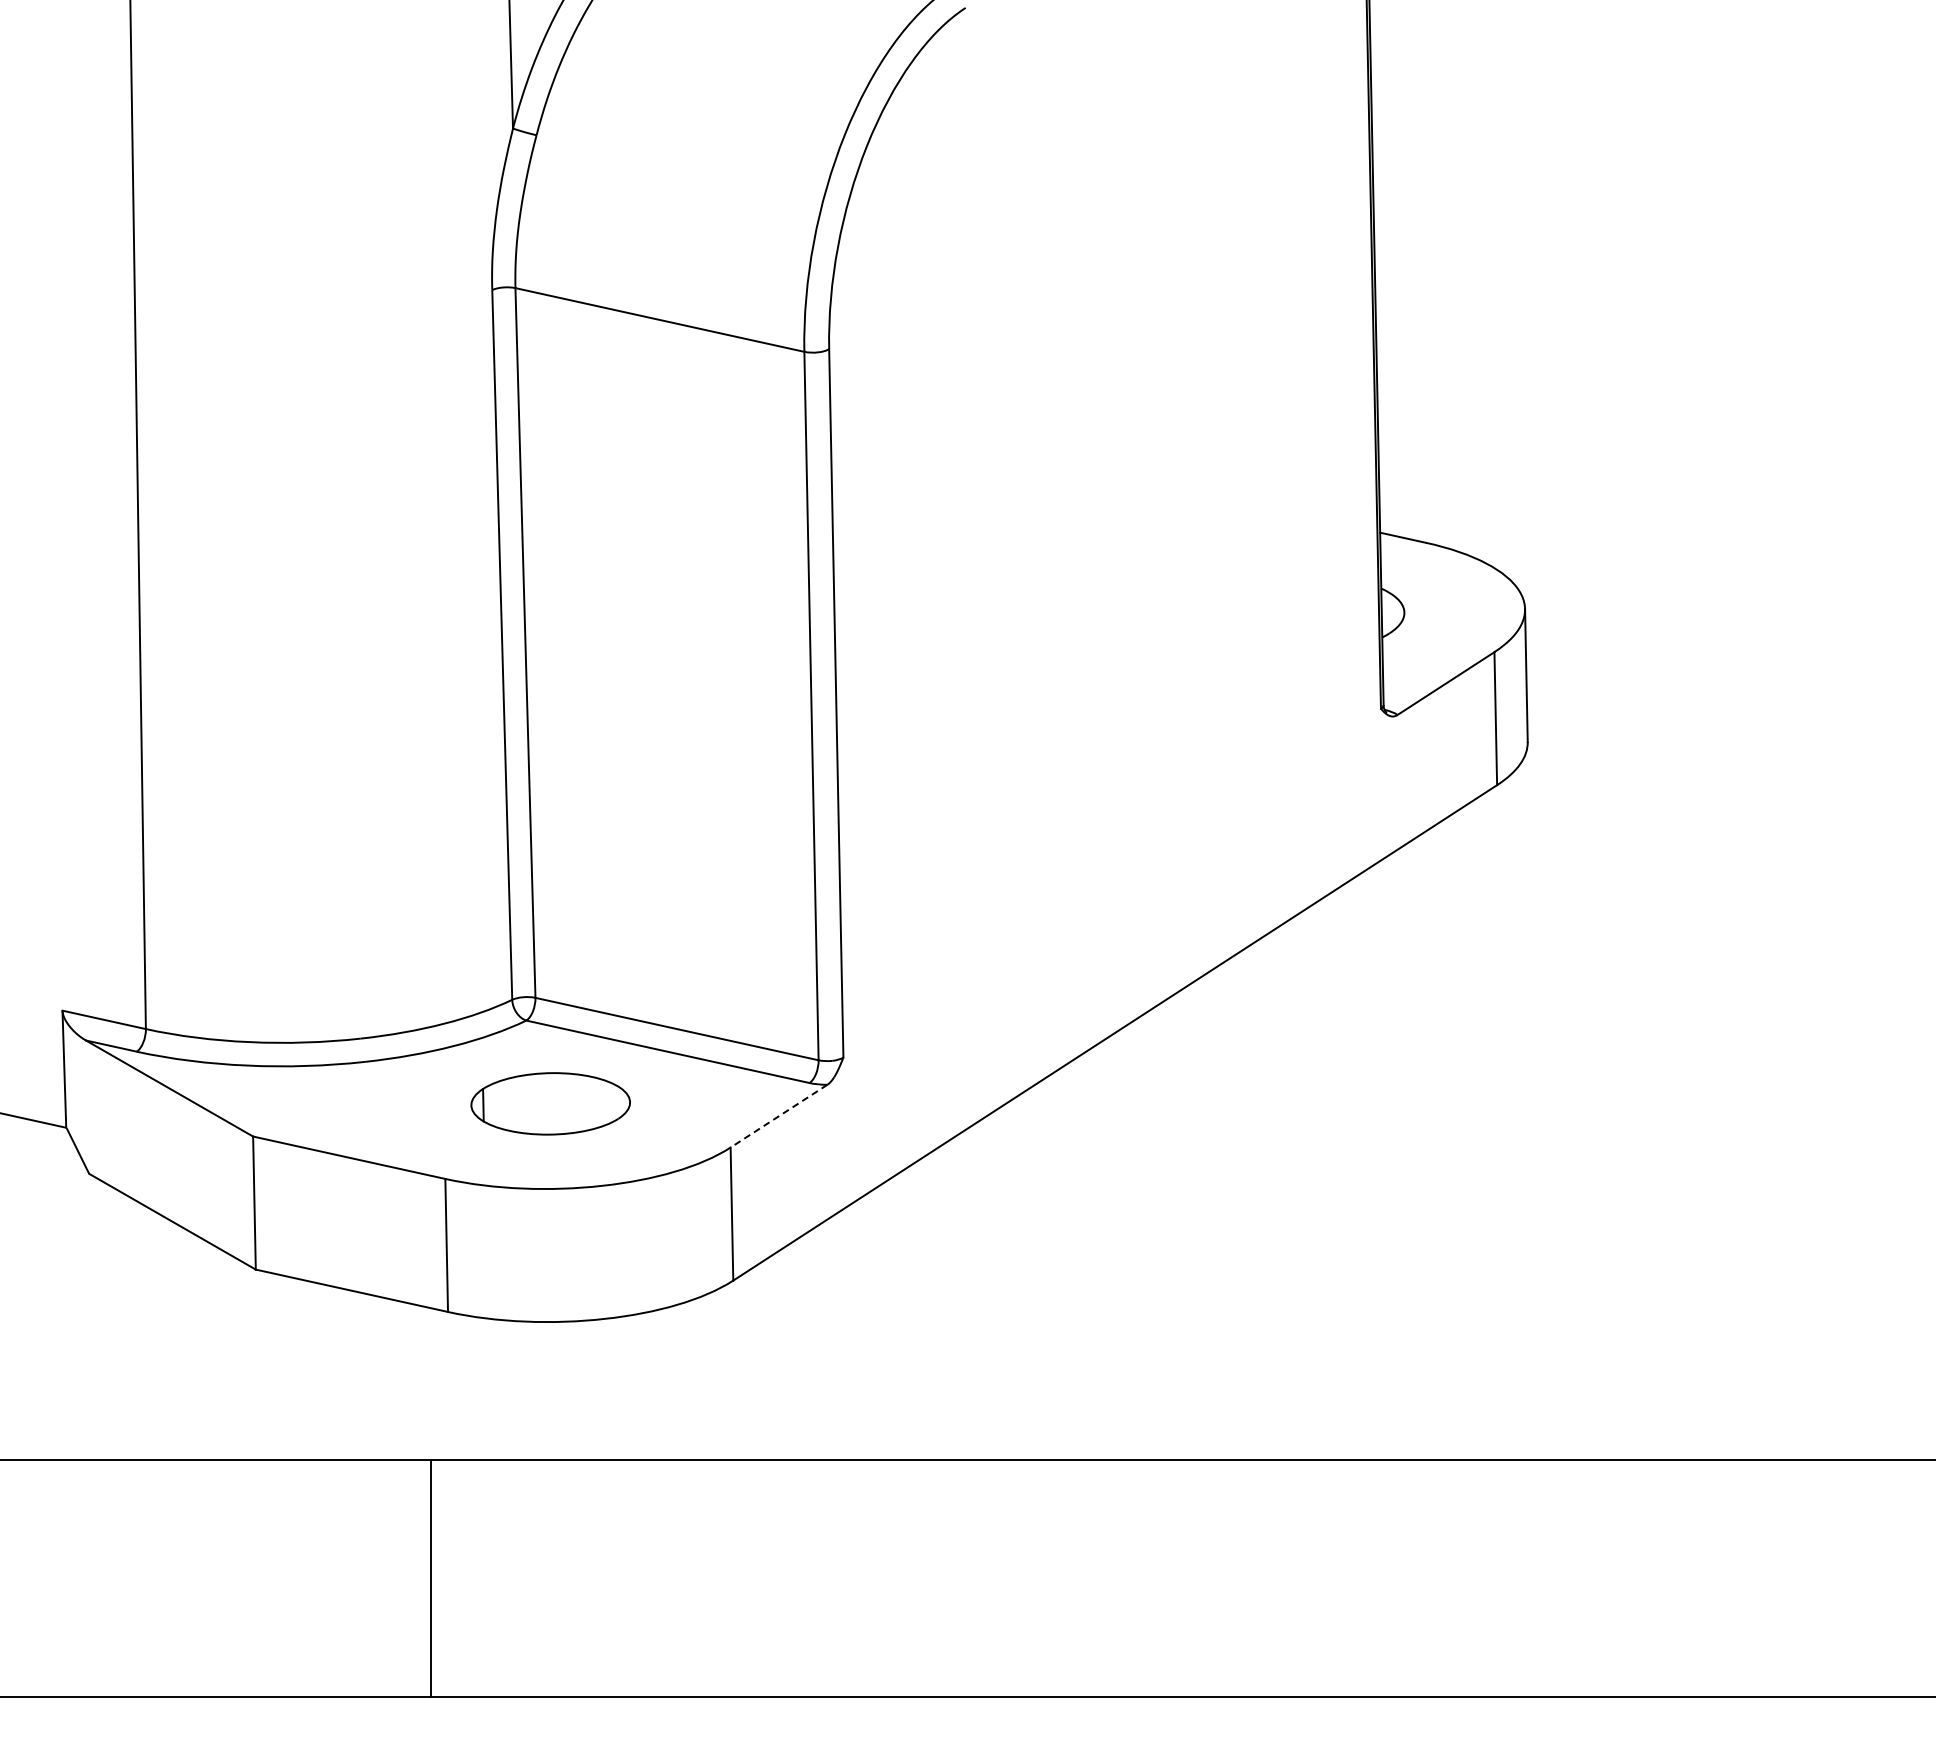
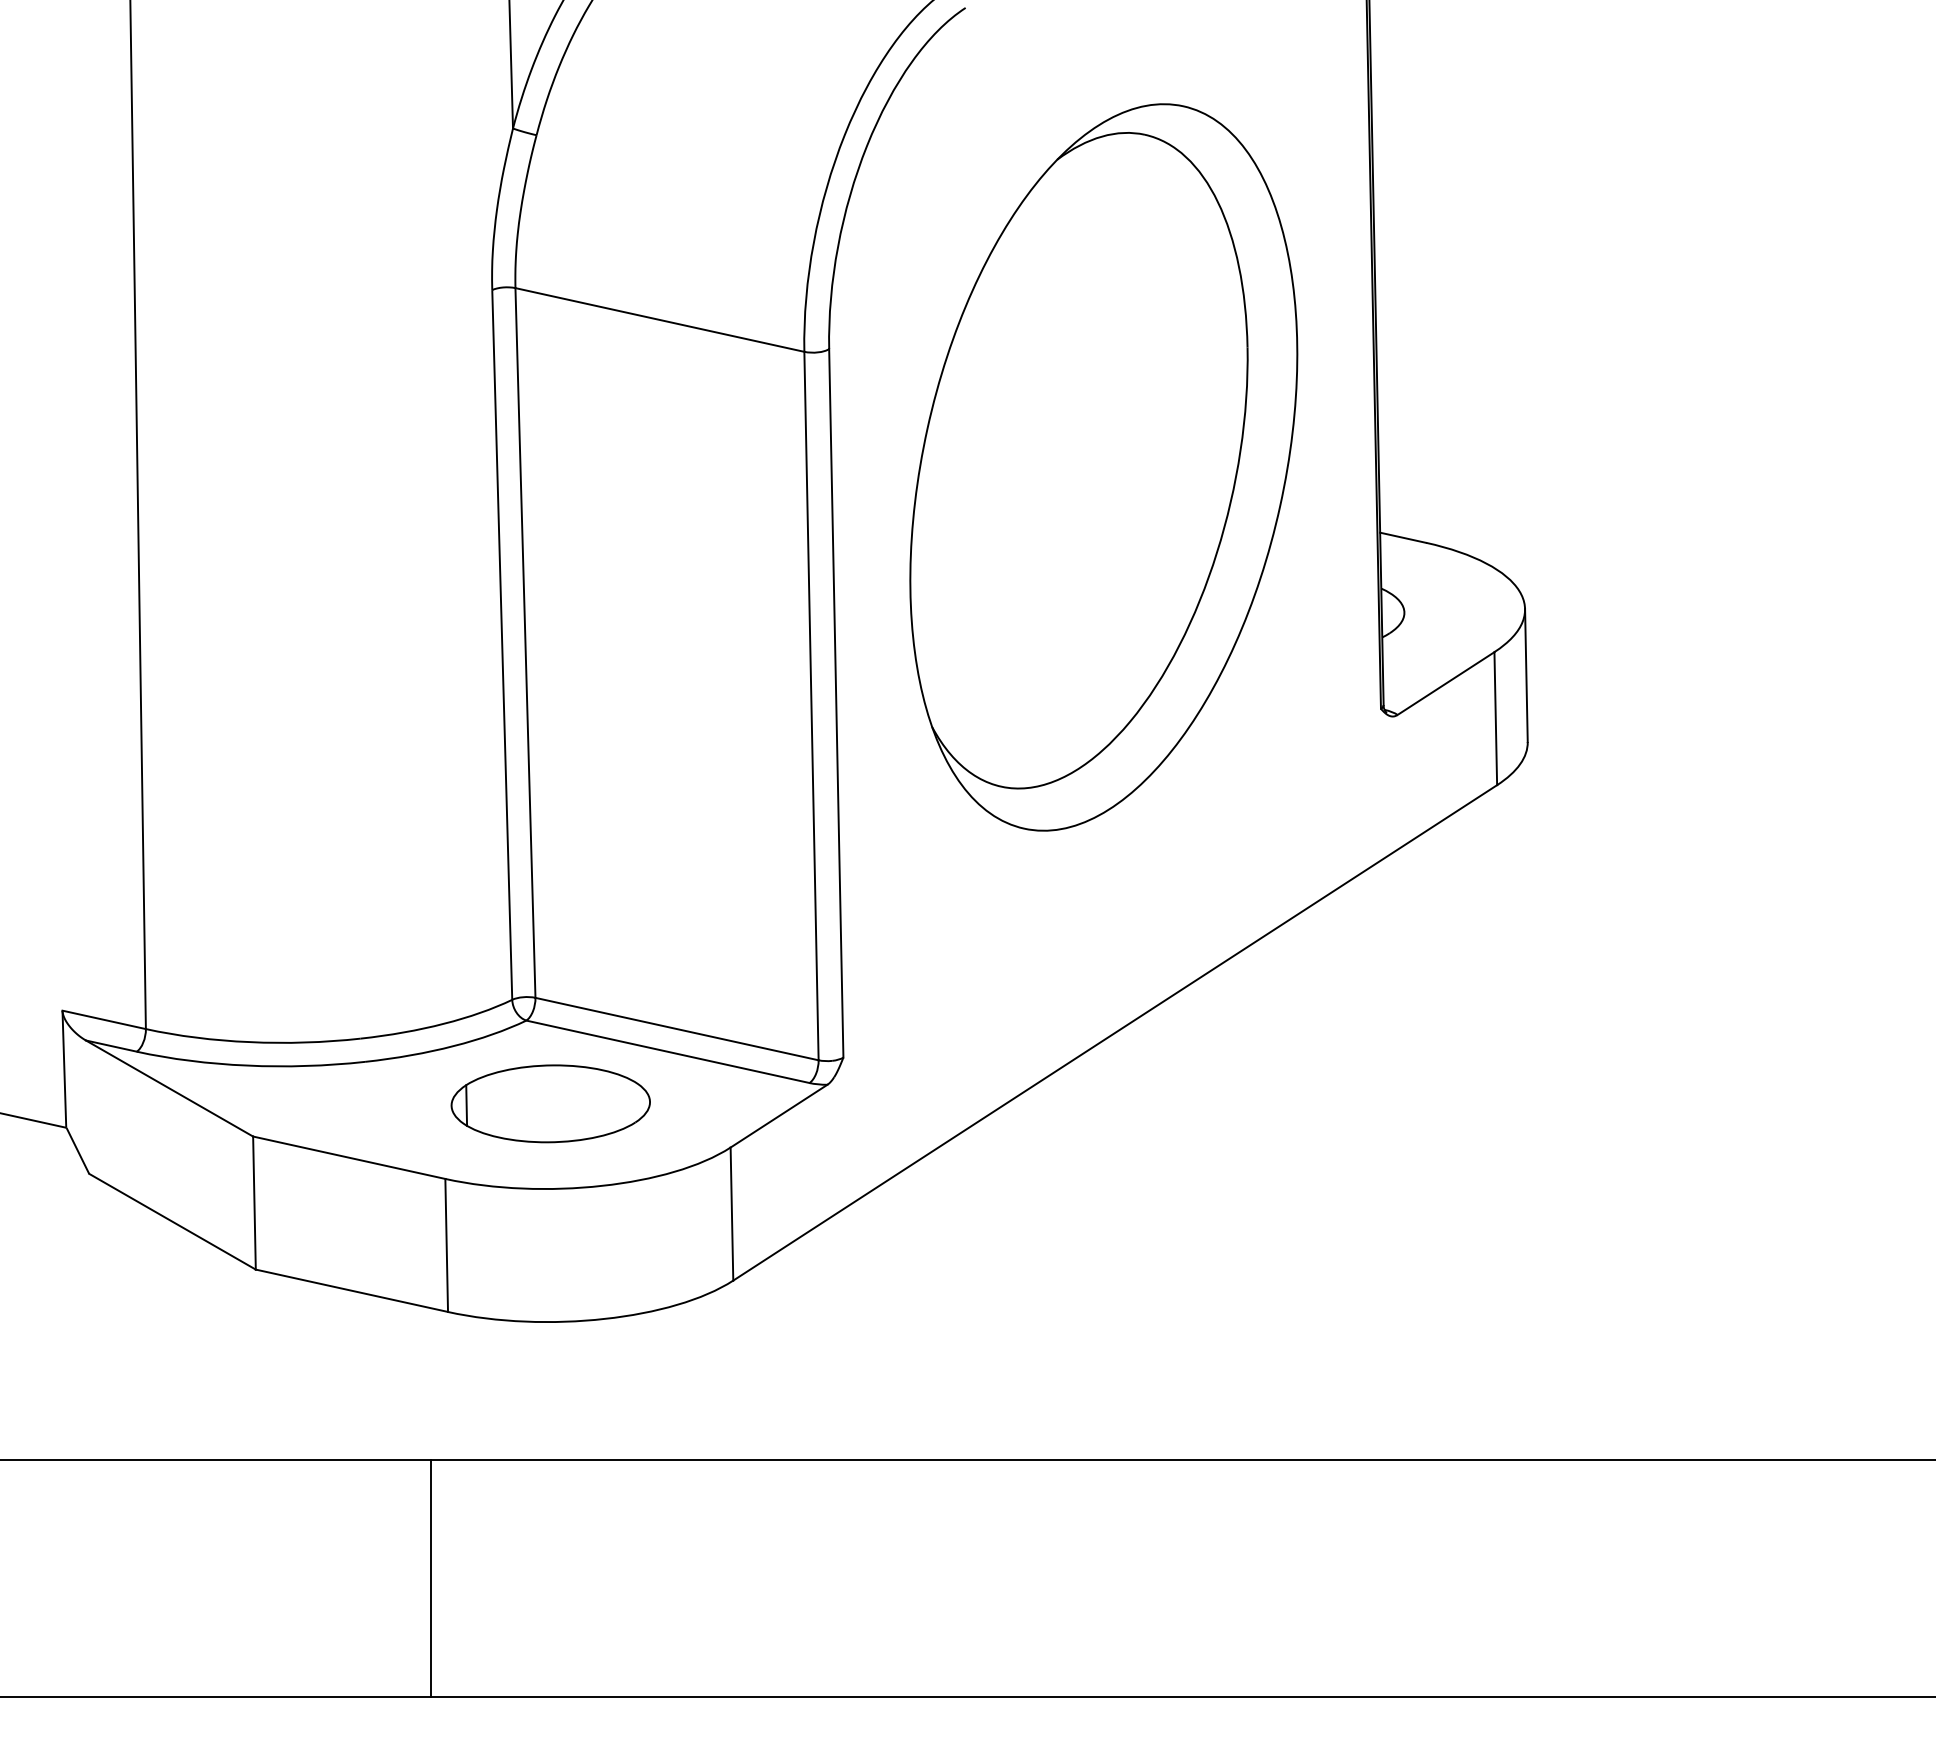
part at (1103, 467): none -> present
part at (550, 1103) size: 161x64 px -> 201x80 px
line at (779, 1116): dashed -> solid
